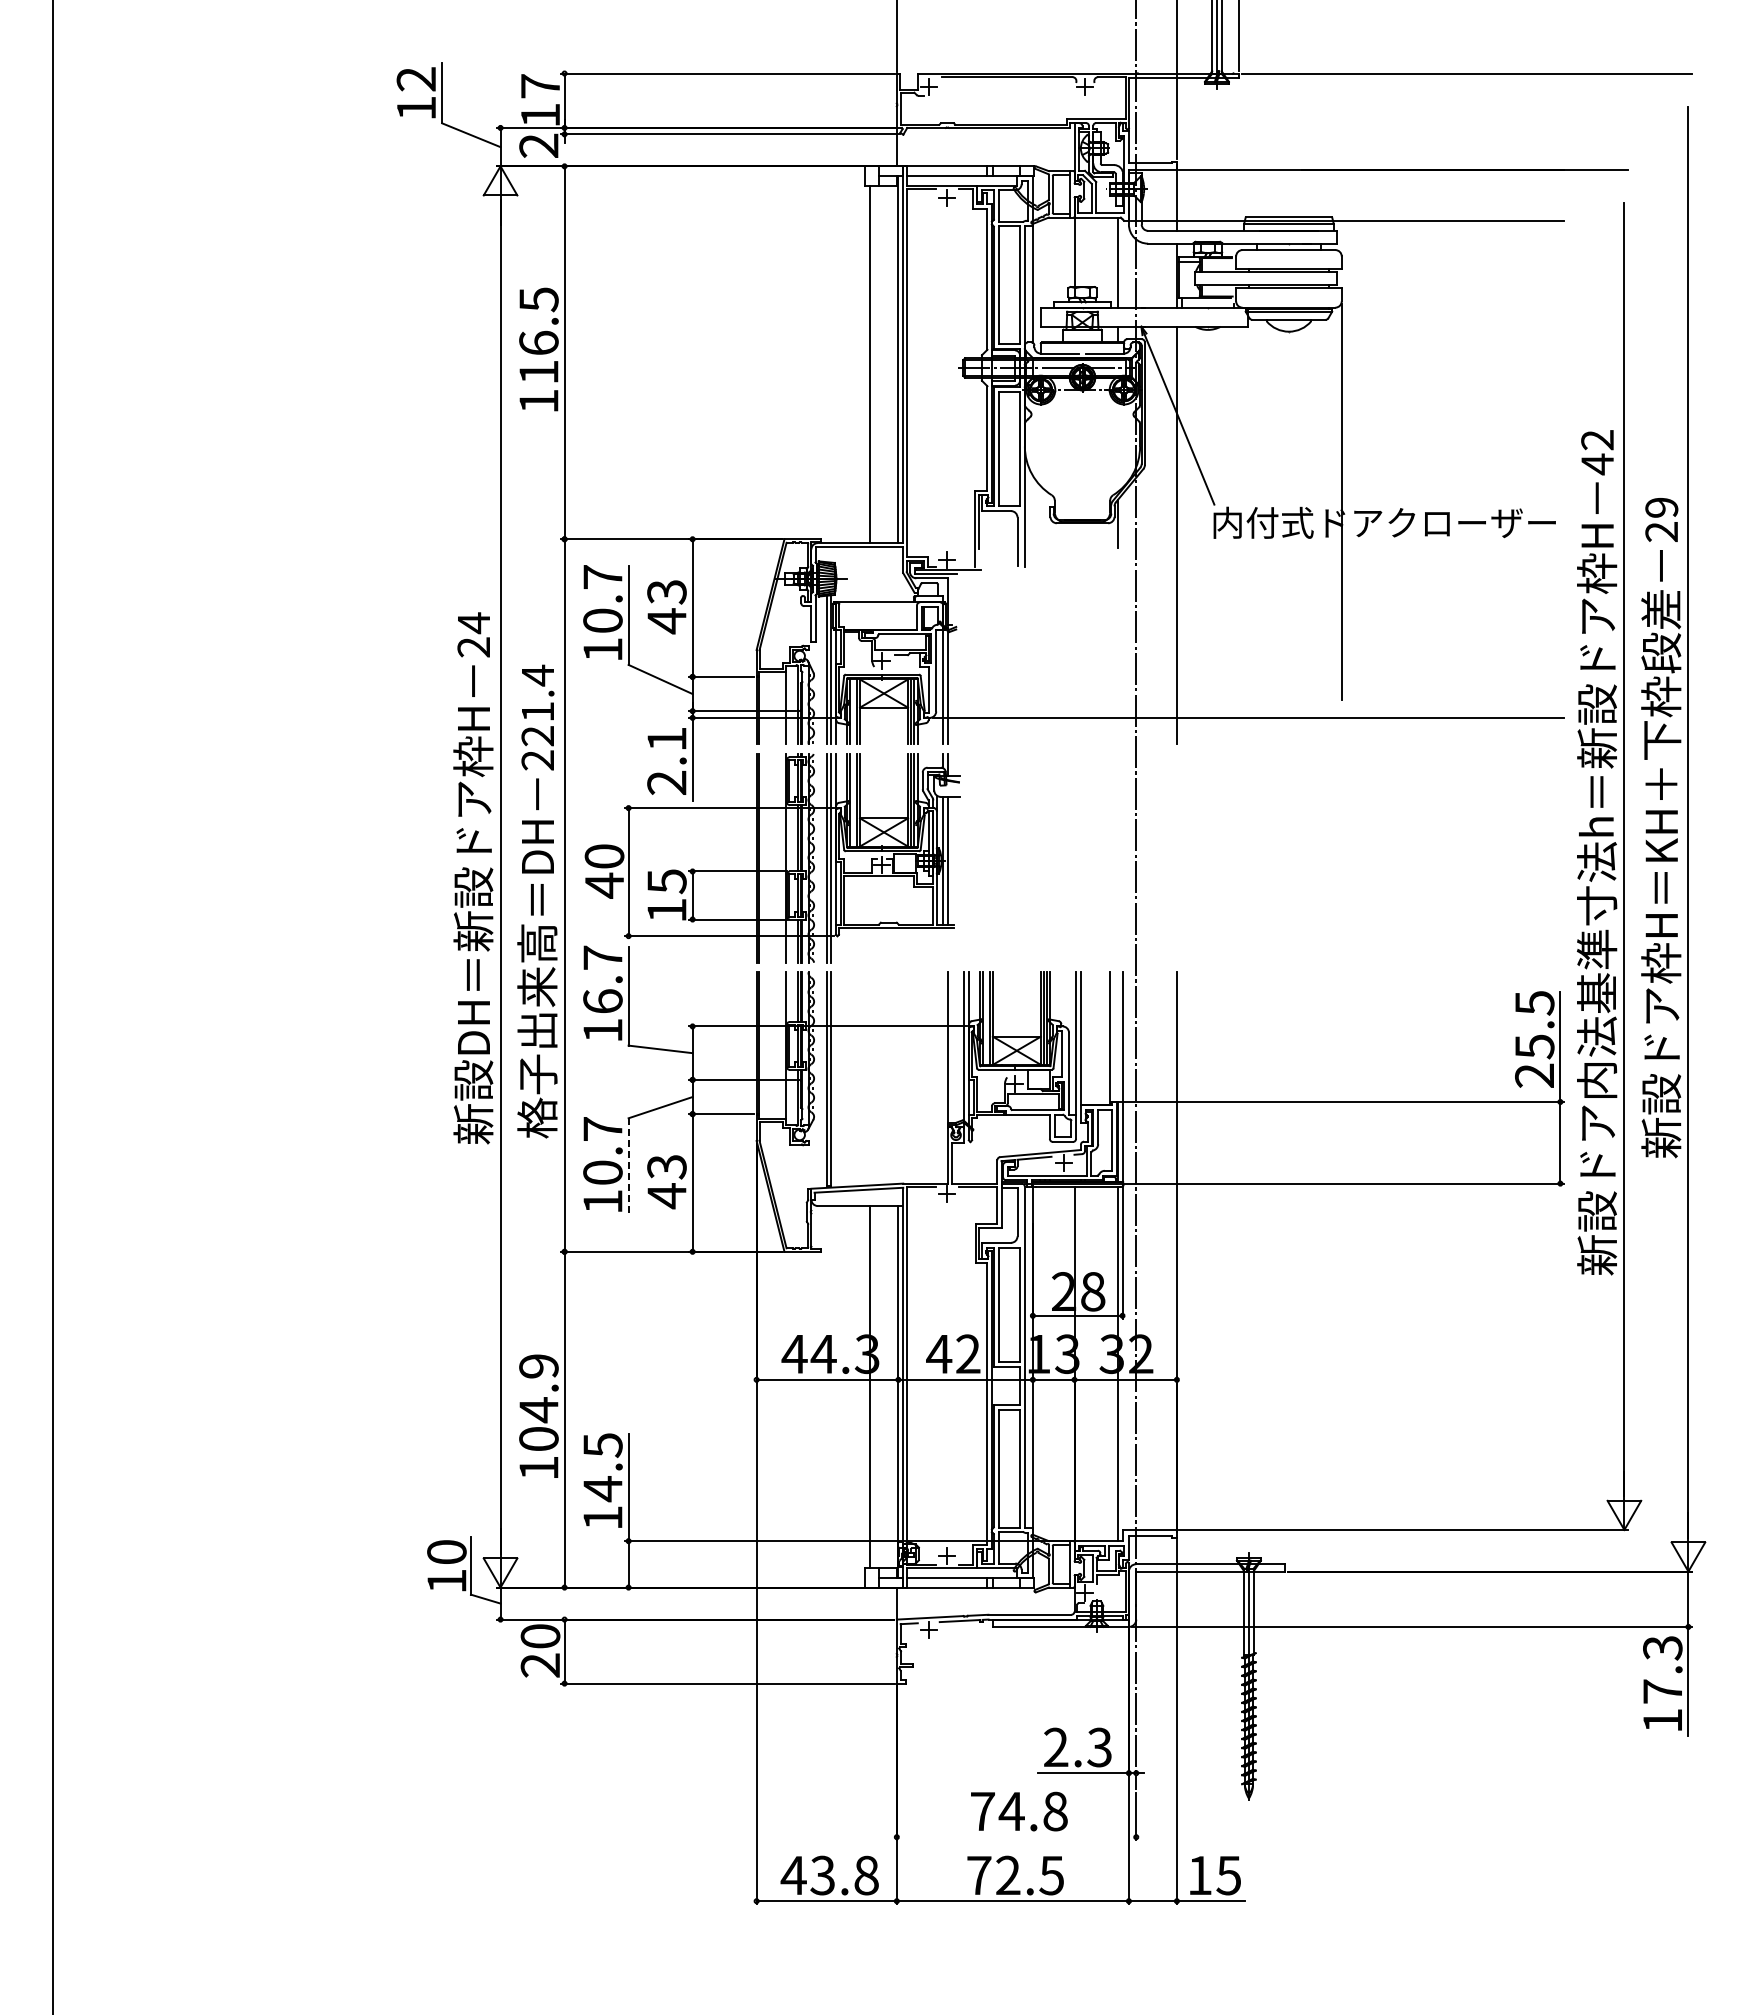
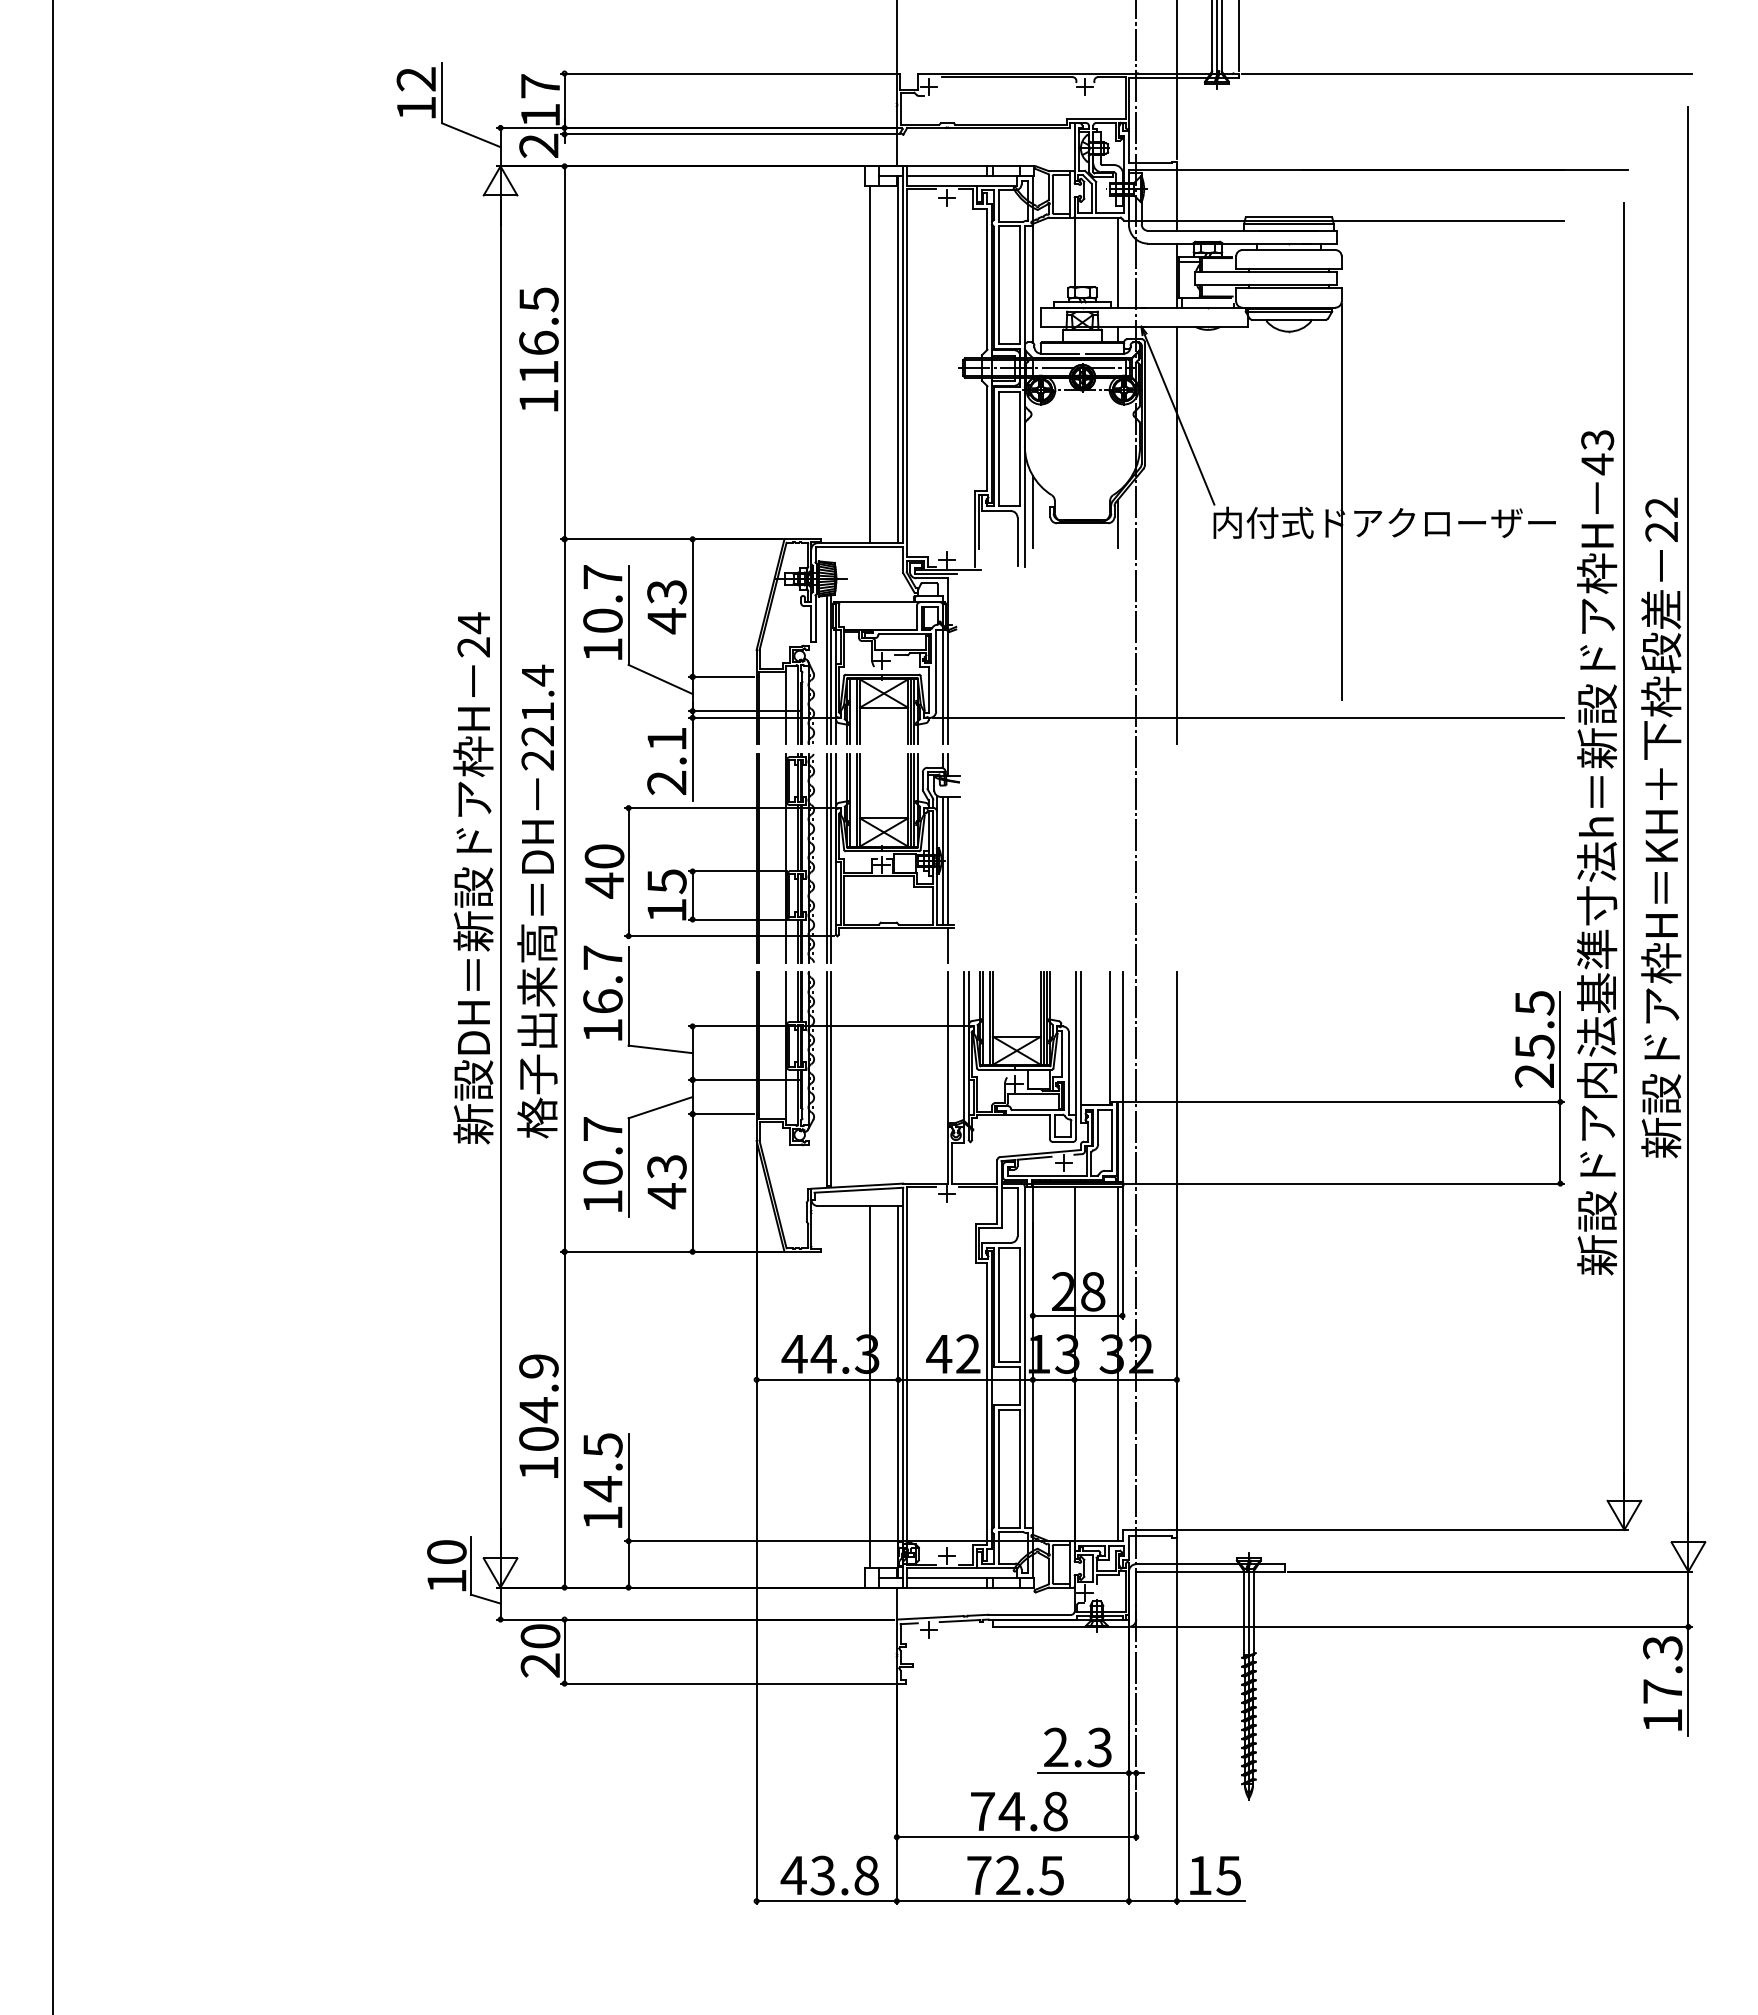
text at (1598, 440): 42 -> 43
text at (1661, 507): 29 -> 22
line at (1032, 511): none -> present
line at (948, 944): none -> present
line at (628, 1168): dashed -> solid
line at (1016, 1837): none -> present
